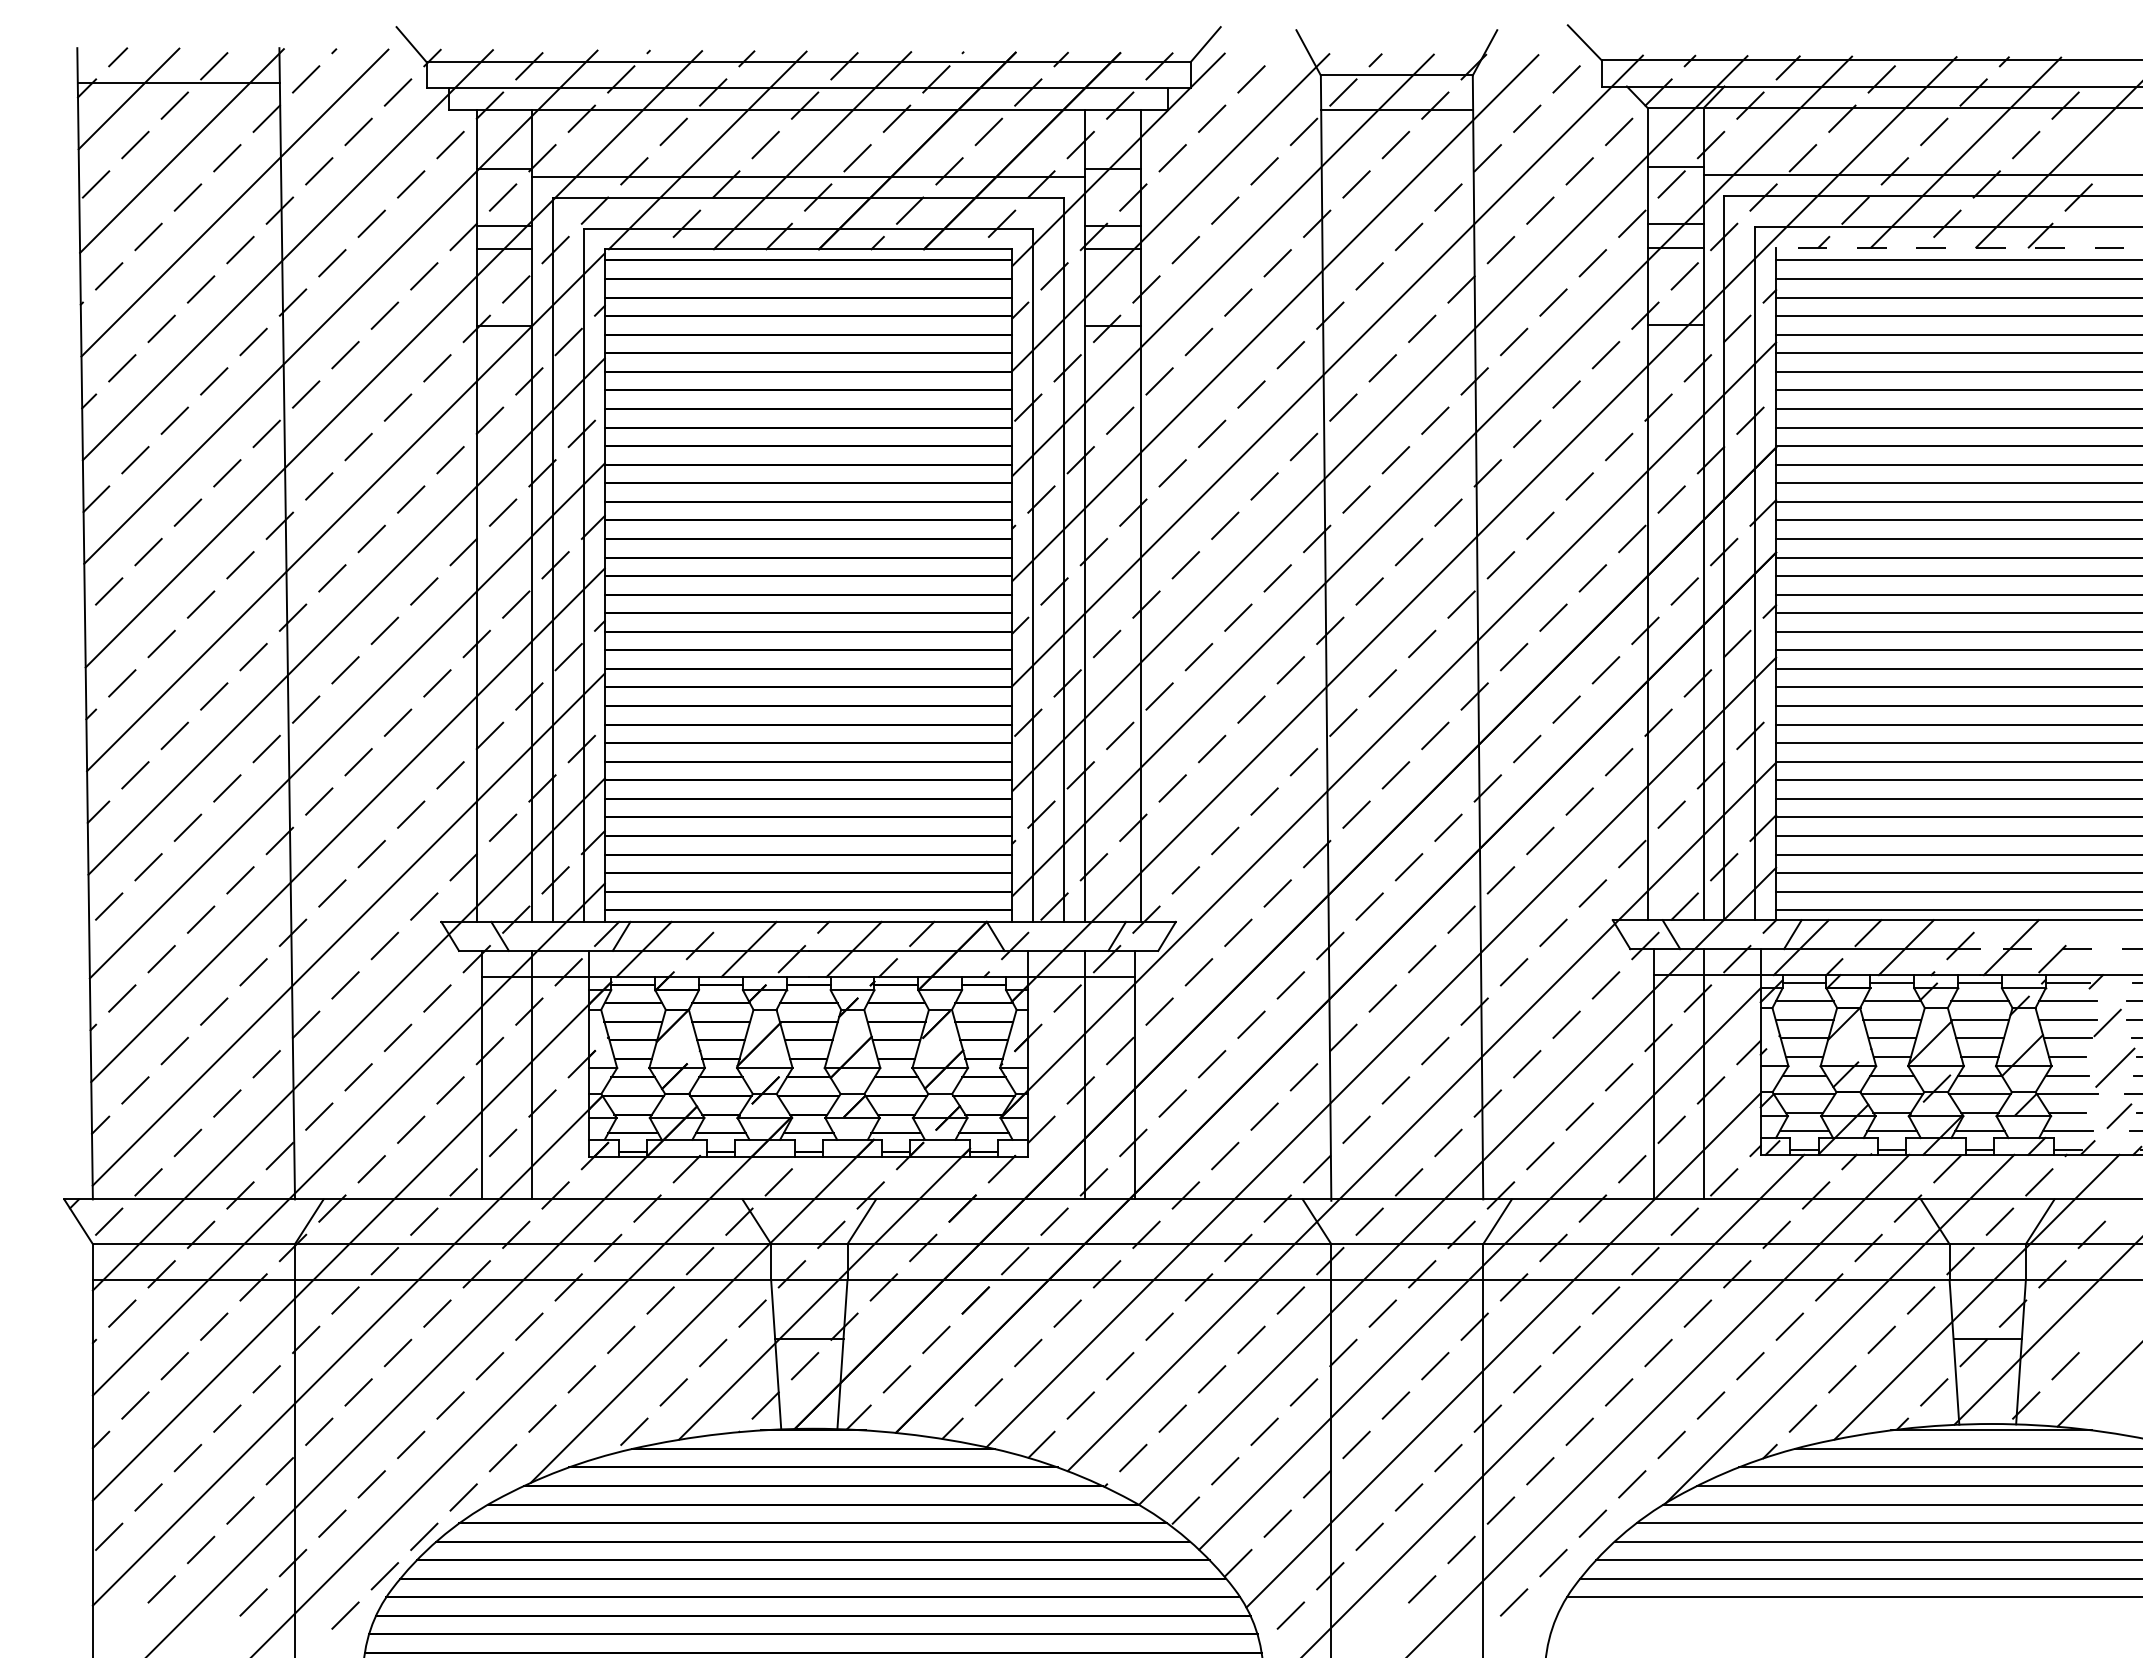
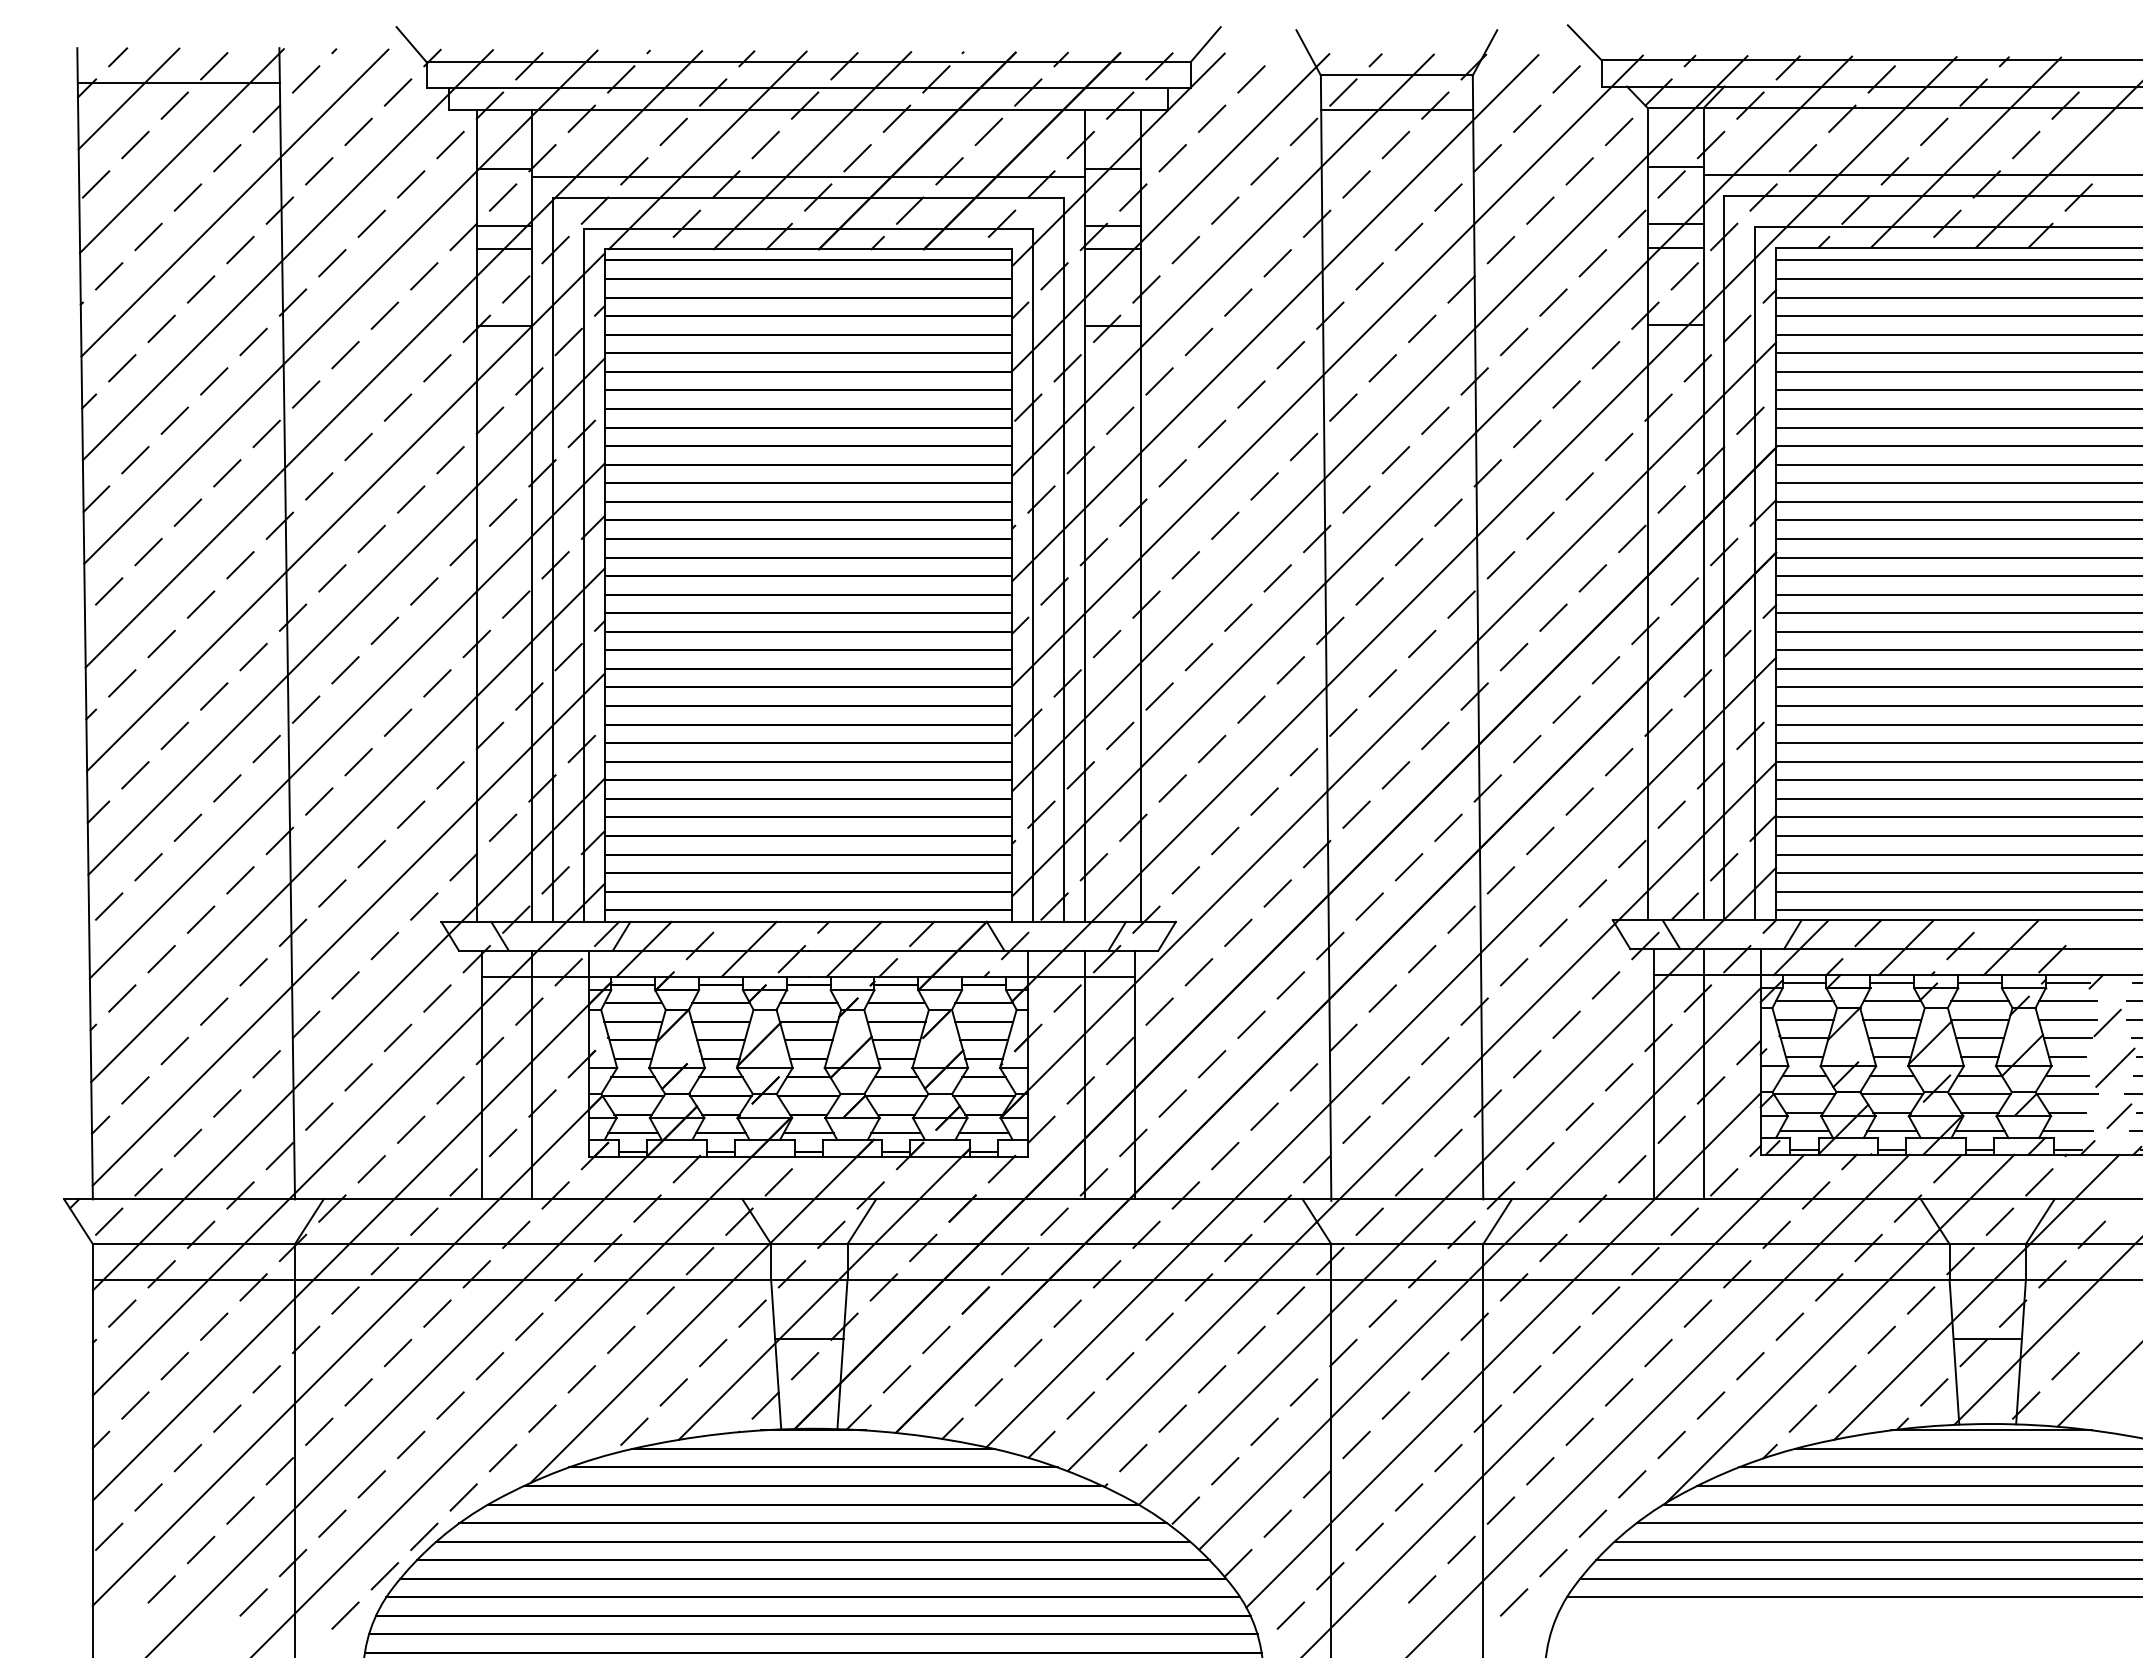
line at (1958, 247): dashed -> solid
line at (2060, 949): dashed -> solid
